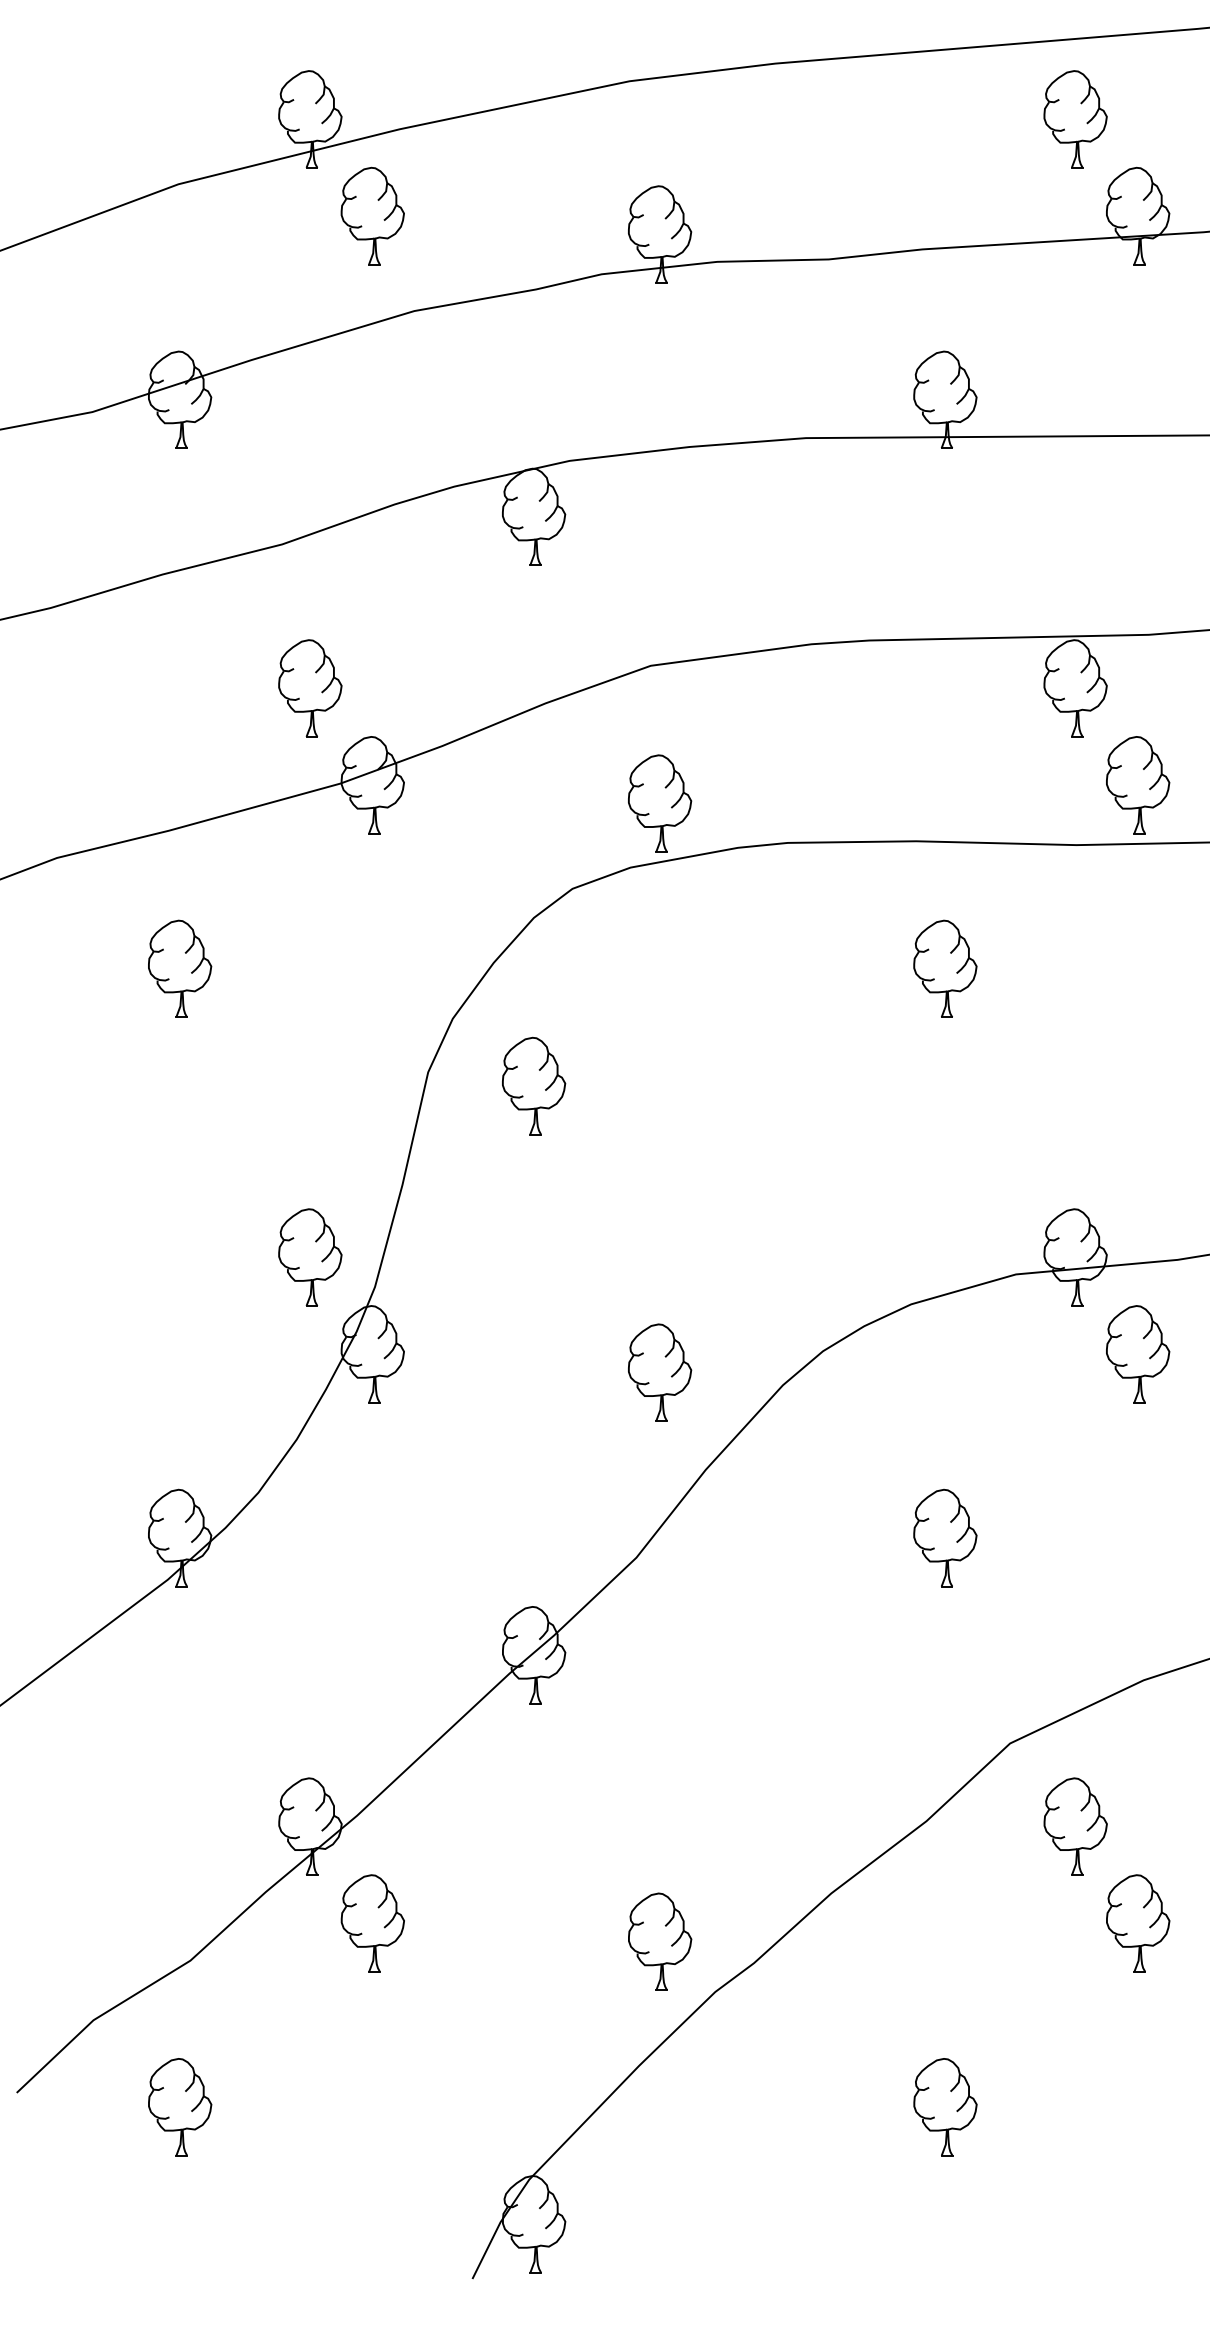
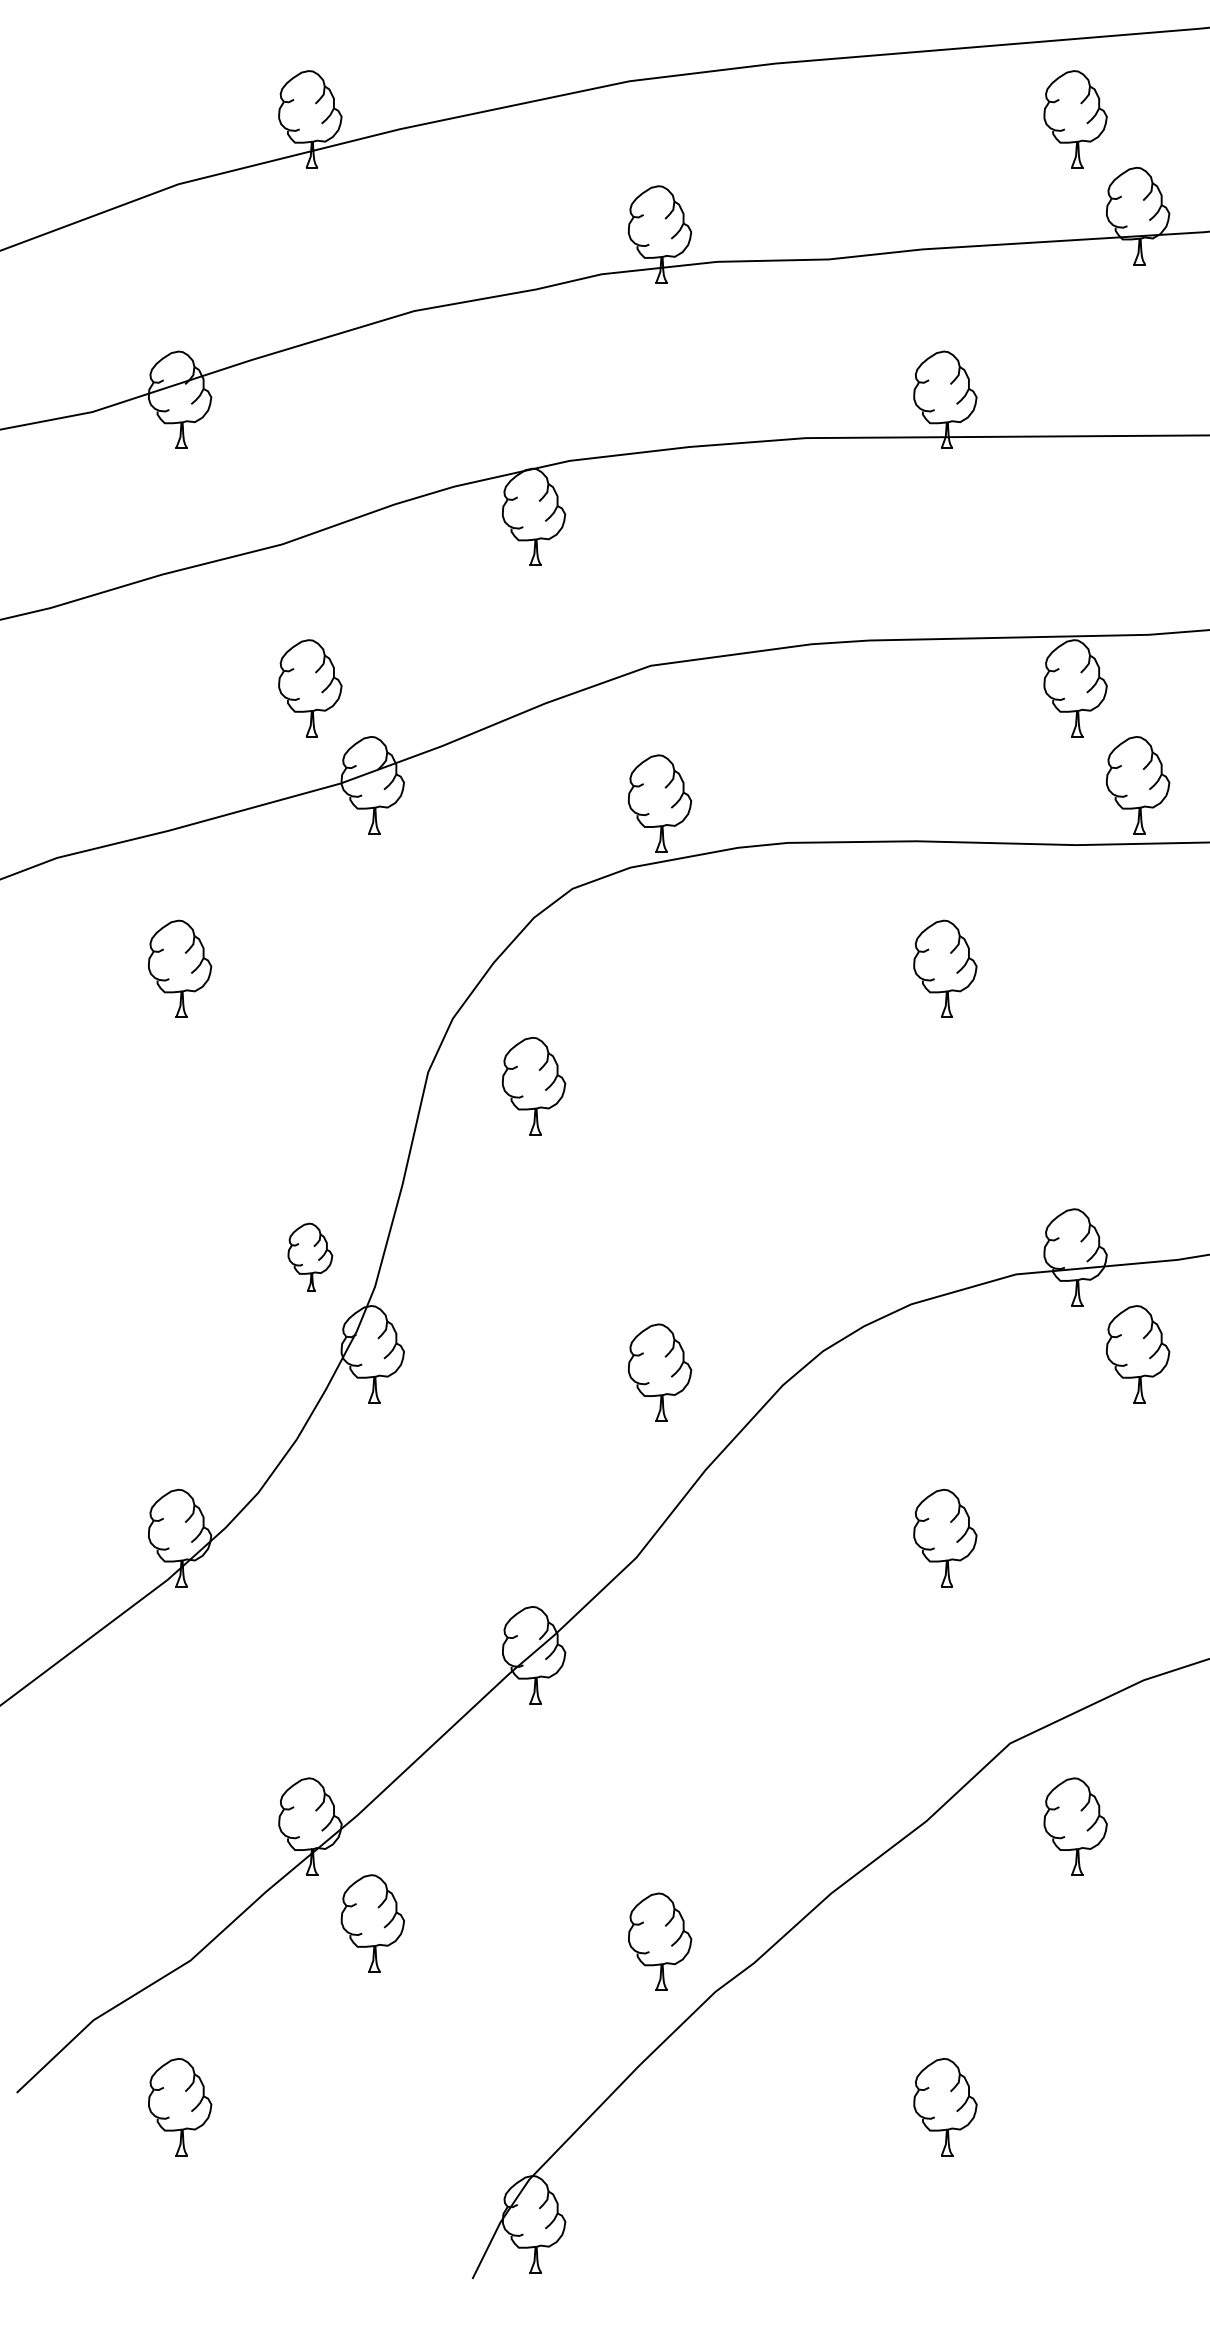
part at (372, 215): present -> none
part at (310, 1257) size: 65x99 px -> 47x70 px
part at (1138, 1923): present -> none
